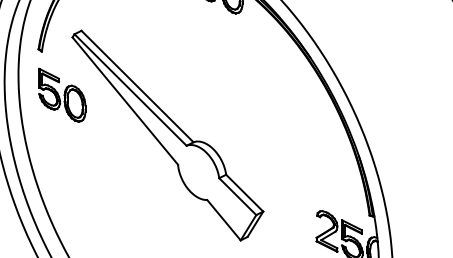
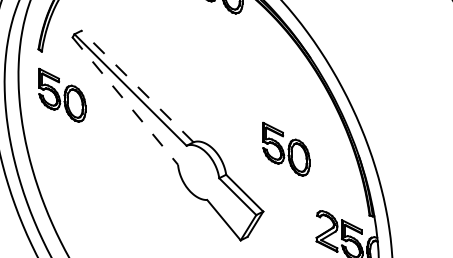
line at (137, 86): solid -> dashed
line at (125, 101): solid -> dashed
part at (286, 148): none -> present
